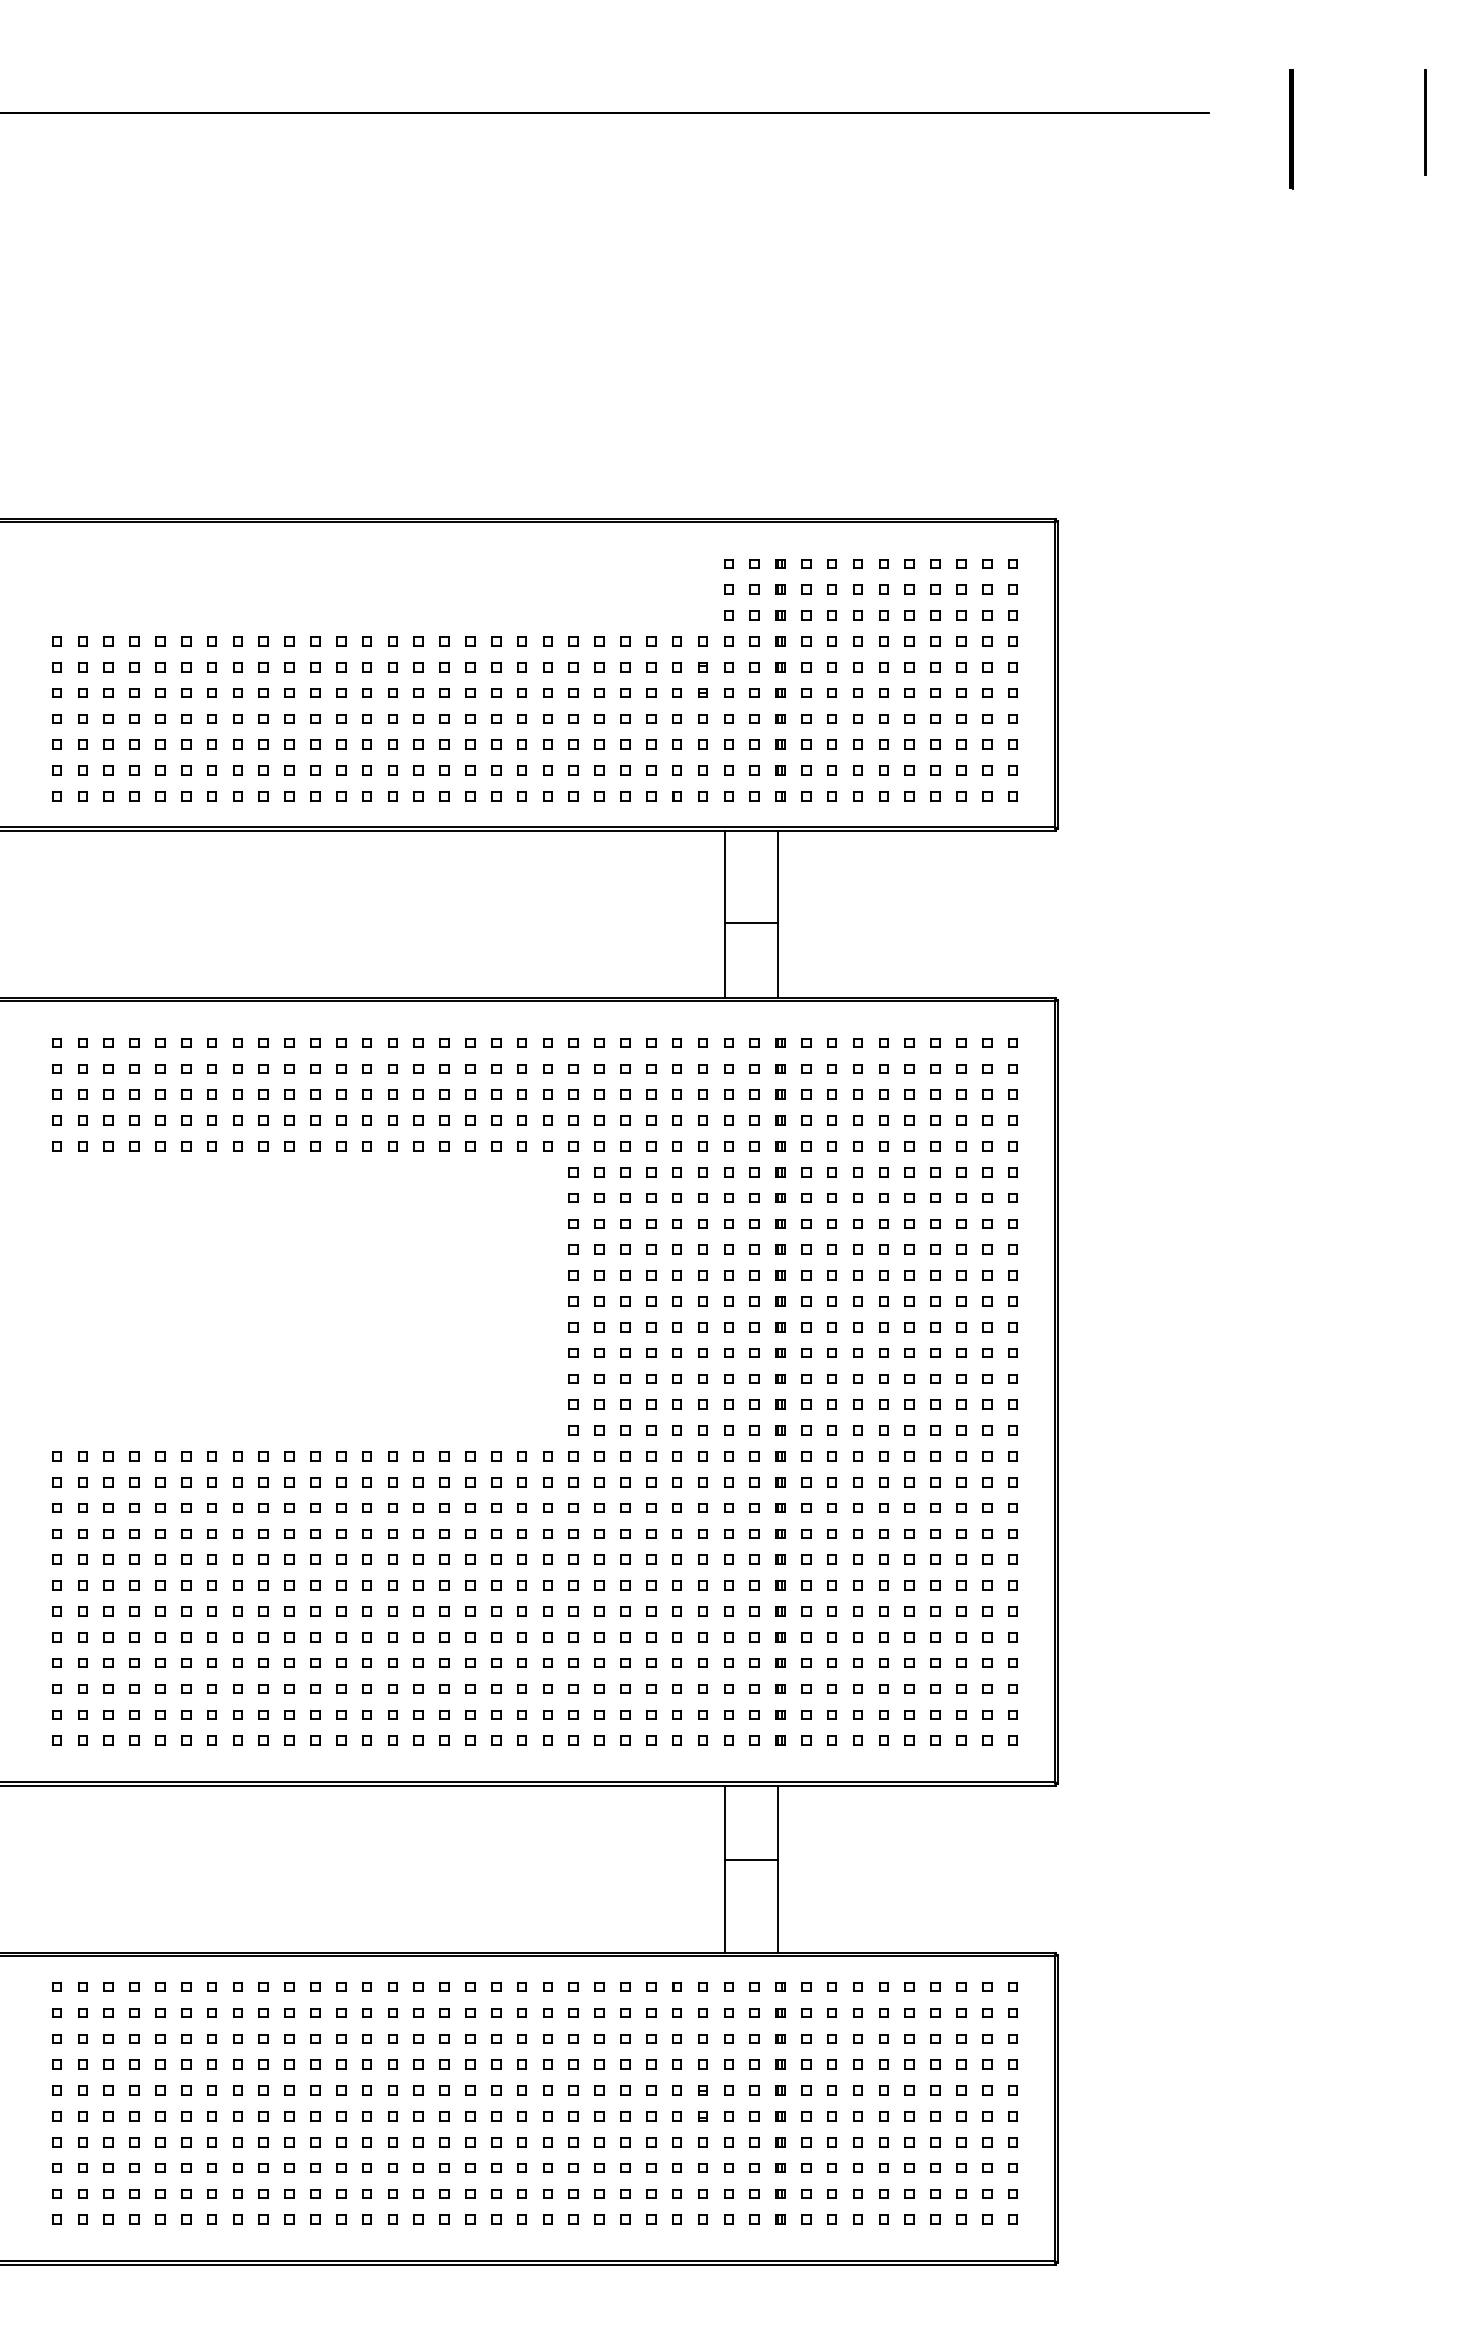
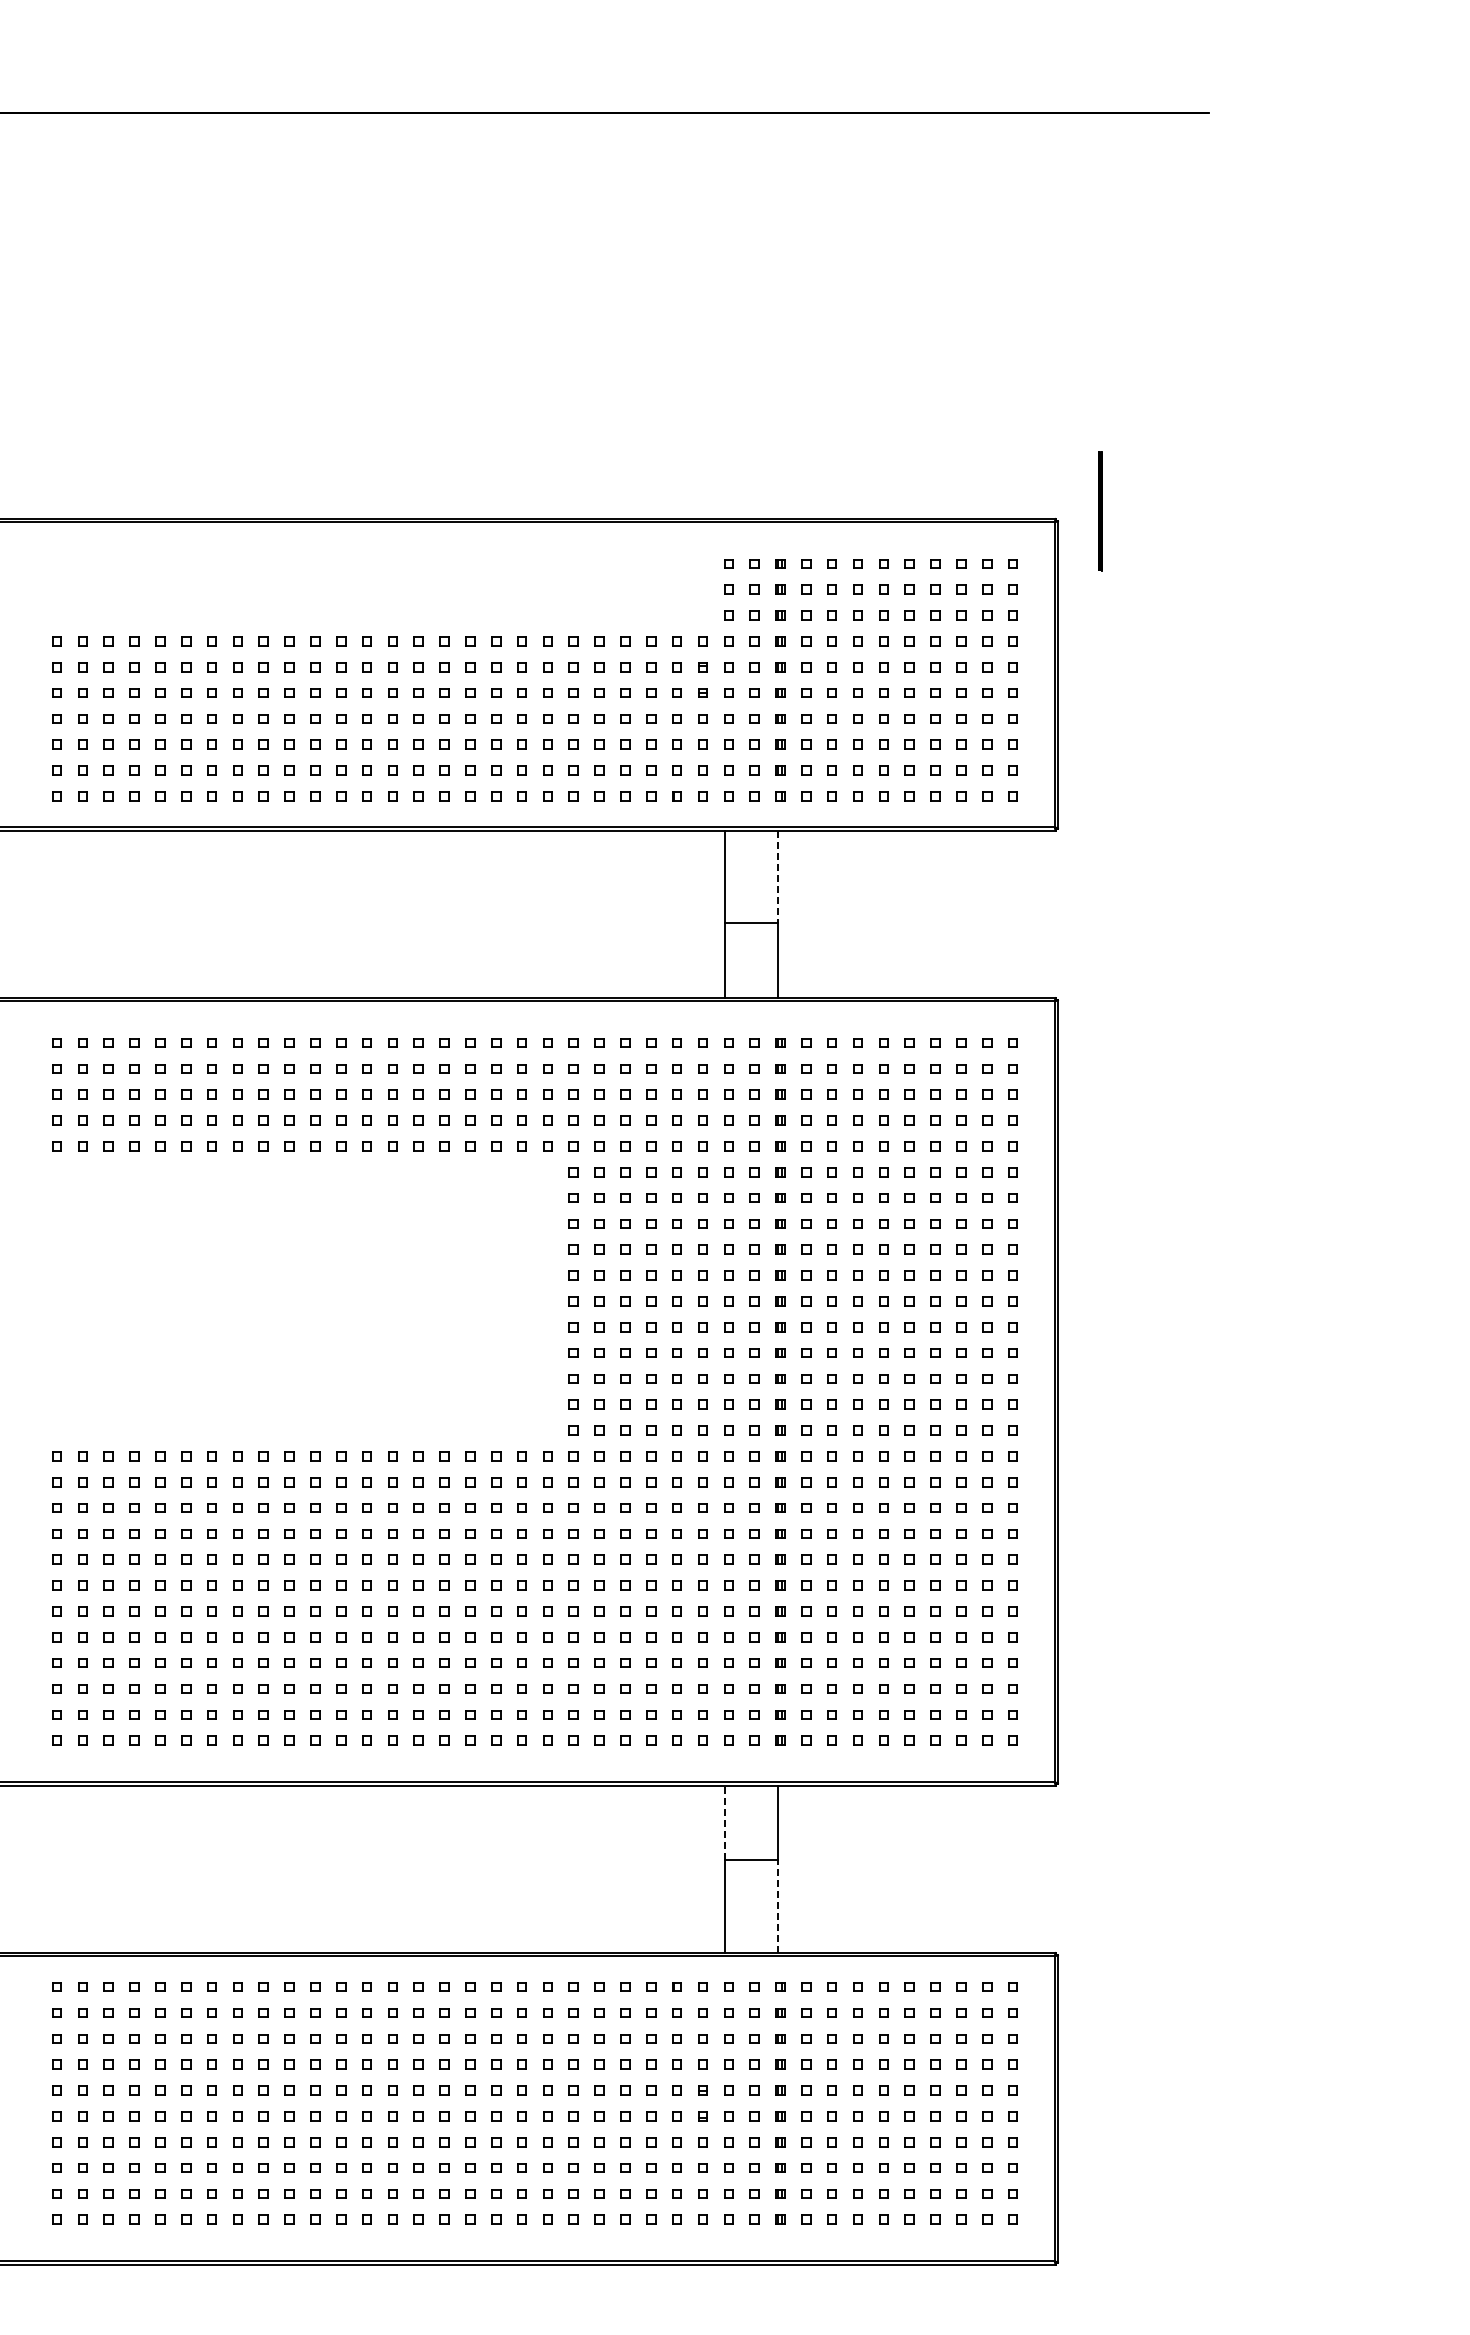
line at (1425, 122): present -> none
line at (1291, 129) position: (1291, 129) -> (1100, 511)
line at (778, 877): solid -> dashed
line at (724, 1822): solid -> dashed
line at (778, 1905): solid -> dashed
